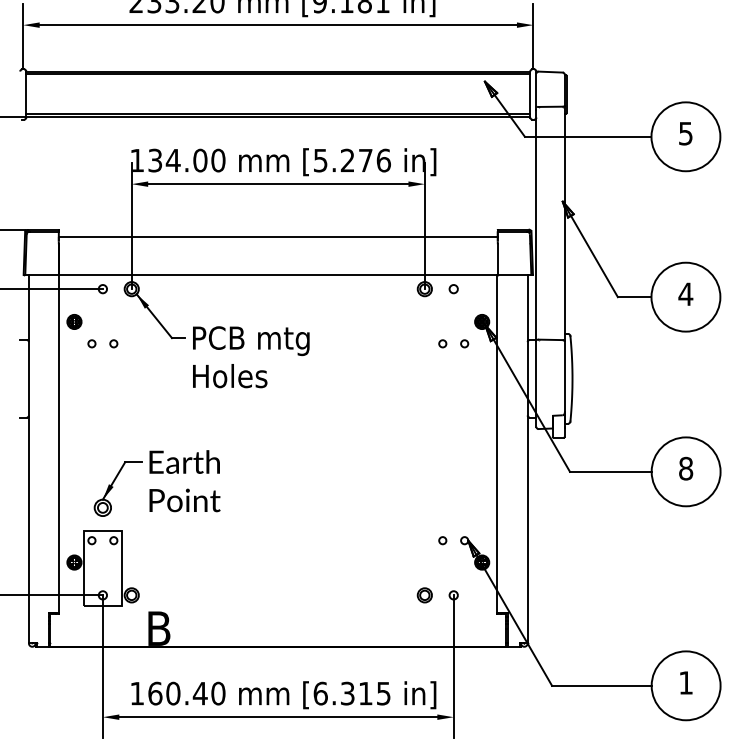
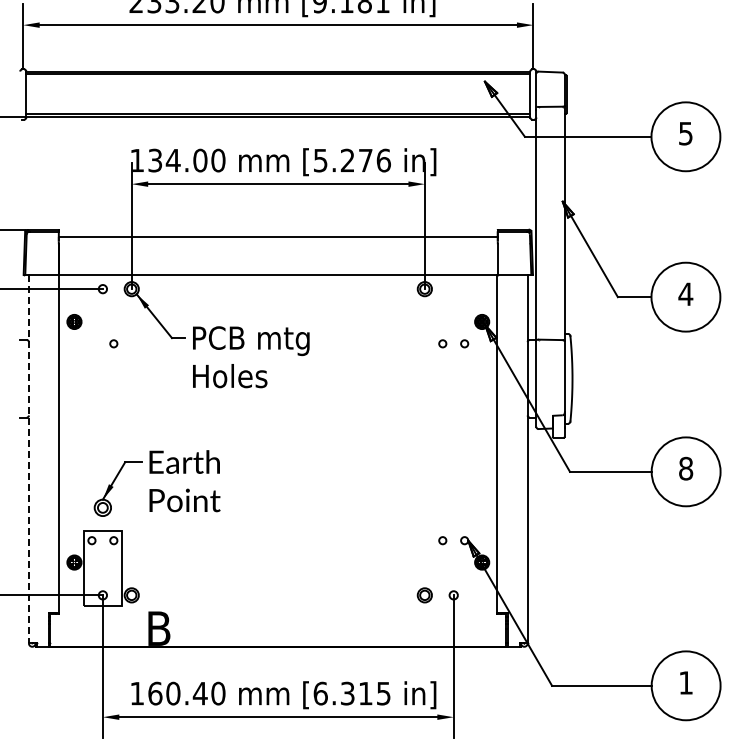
circle at (453, 289): present -> none
circle at (91, 343): present -> none
line at (28, 459): solid -> dashed
